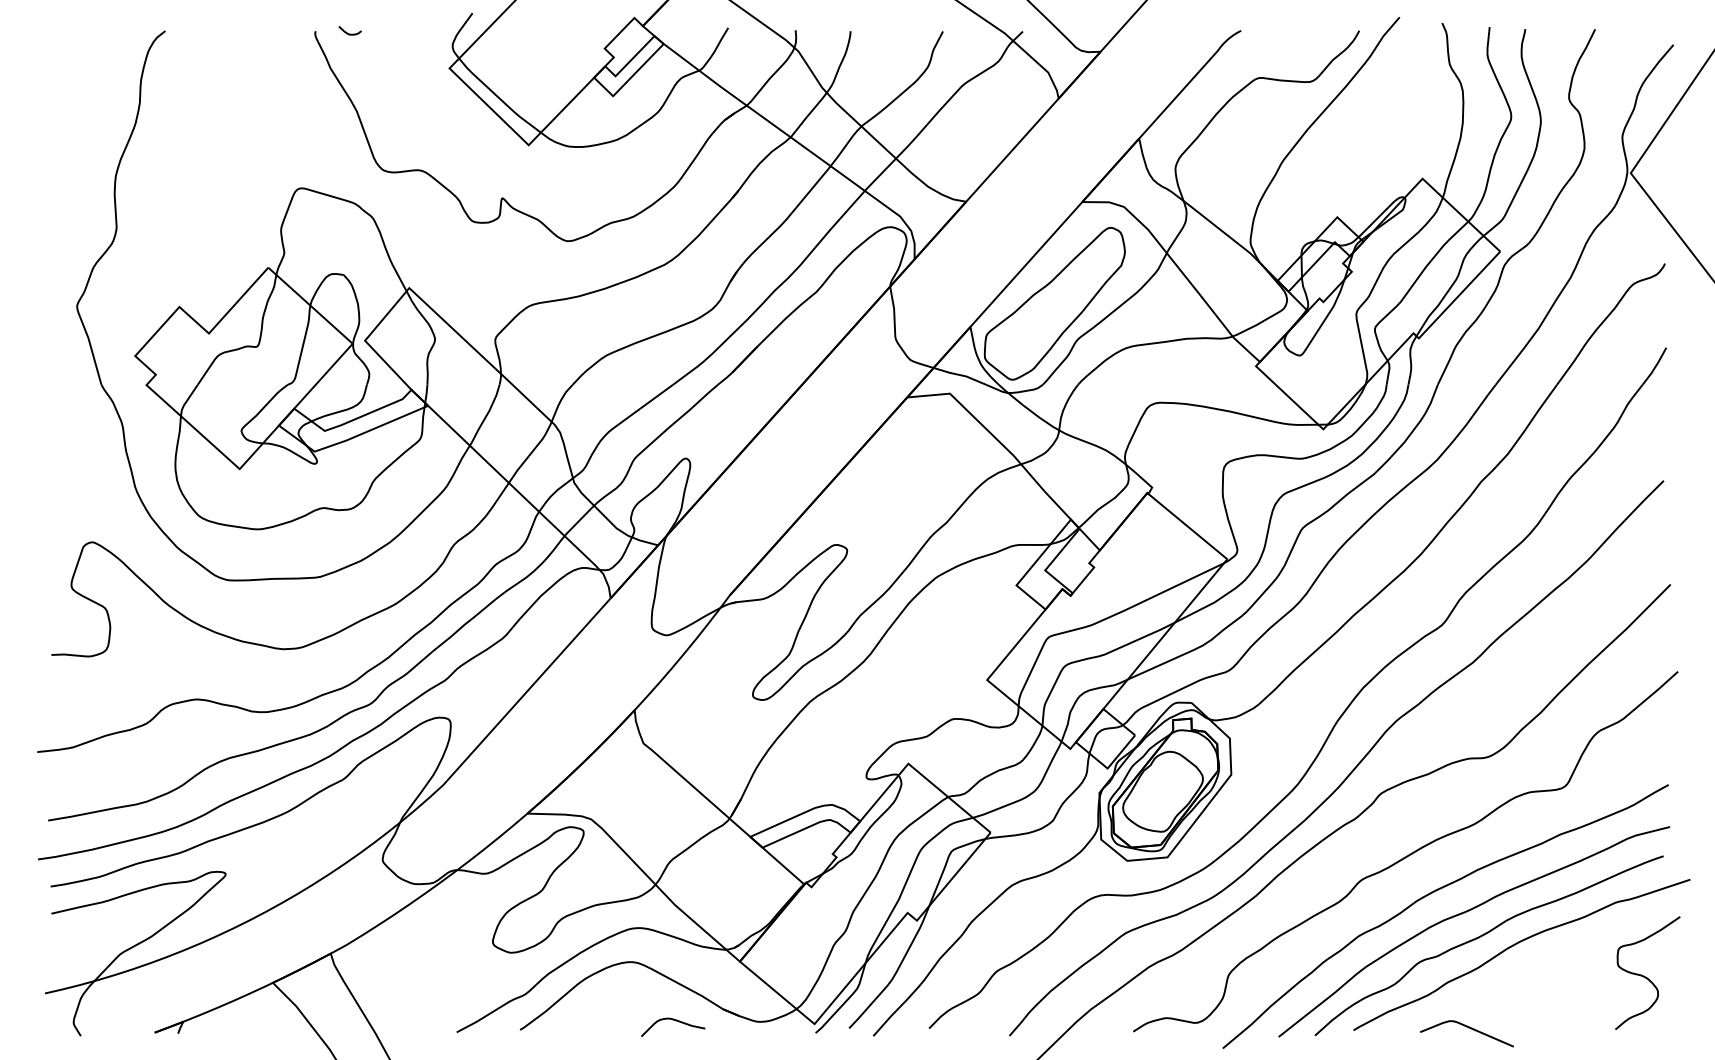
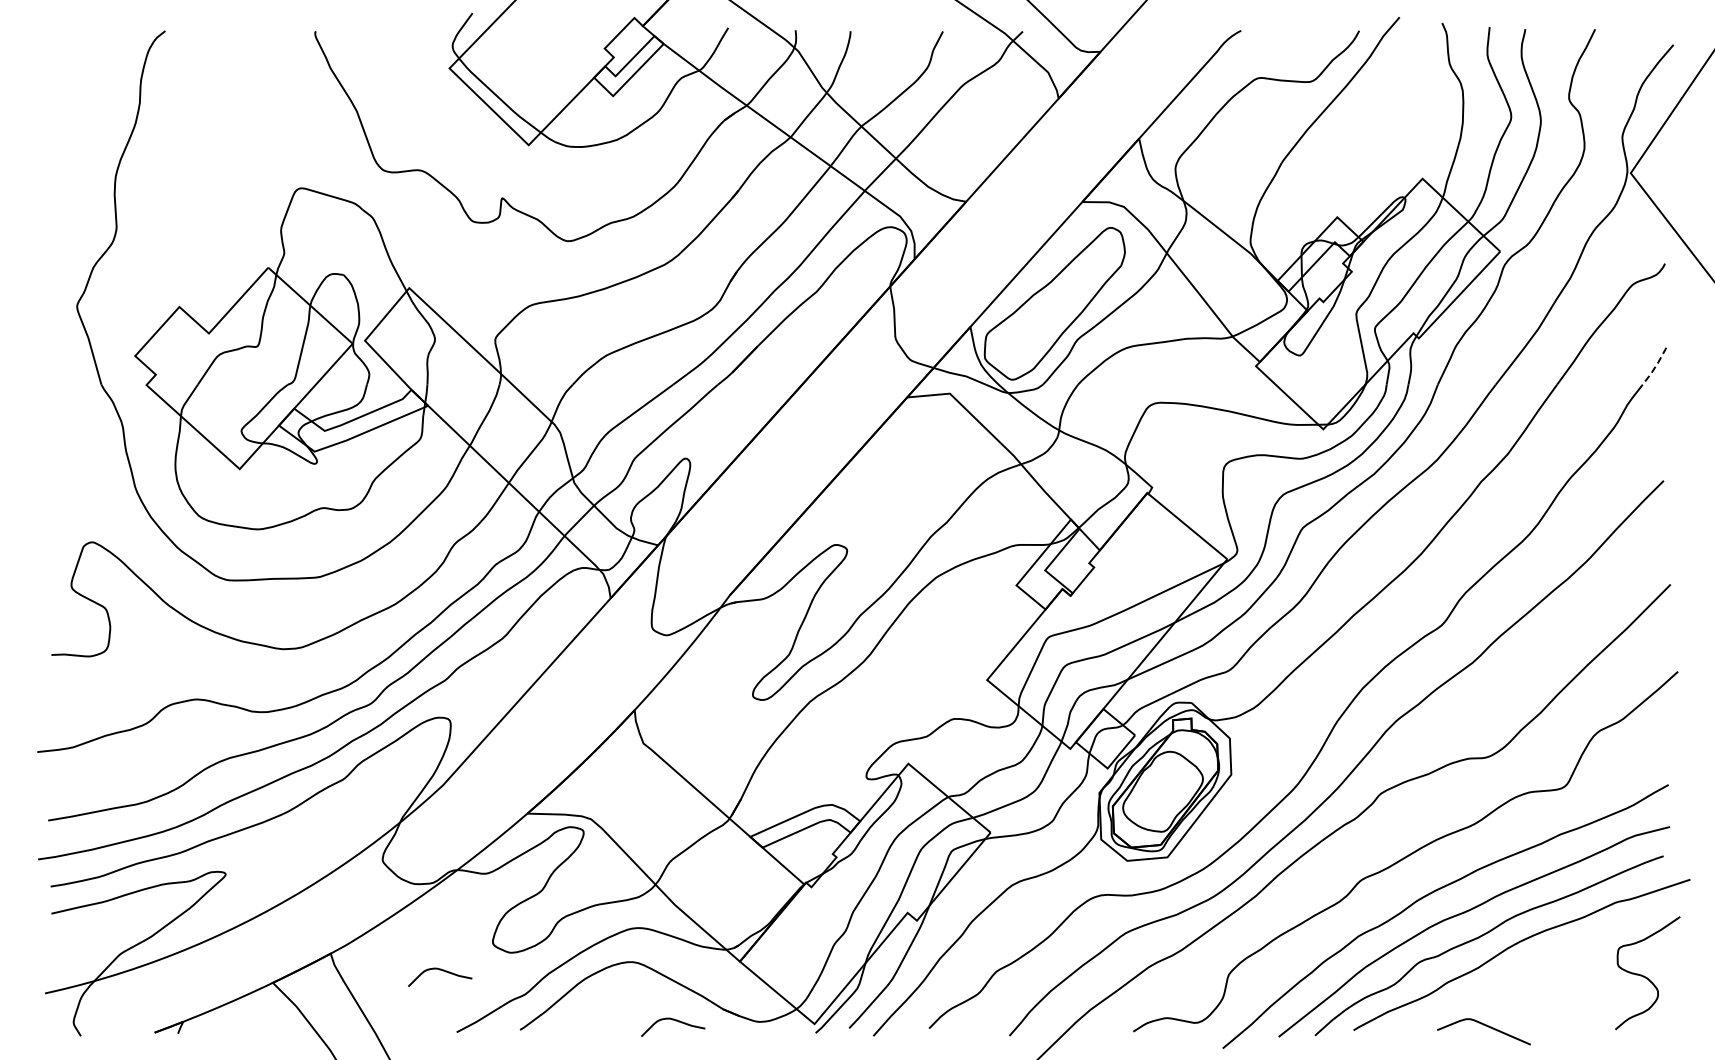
curve at (347, 32): present -> none
line at (1655, 367): solid -> dashed
curve at (442, 971): none -> present
curve at (1468, 1028) position: (1468, 1028) -> (1485, 1026)
